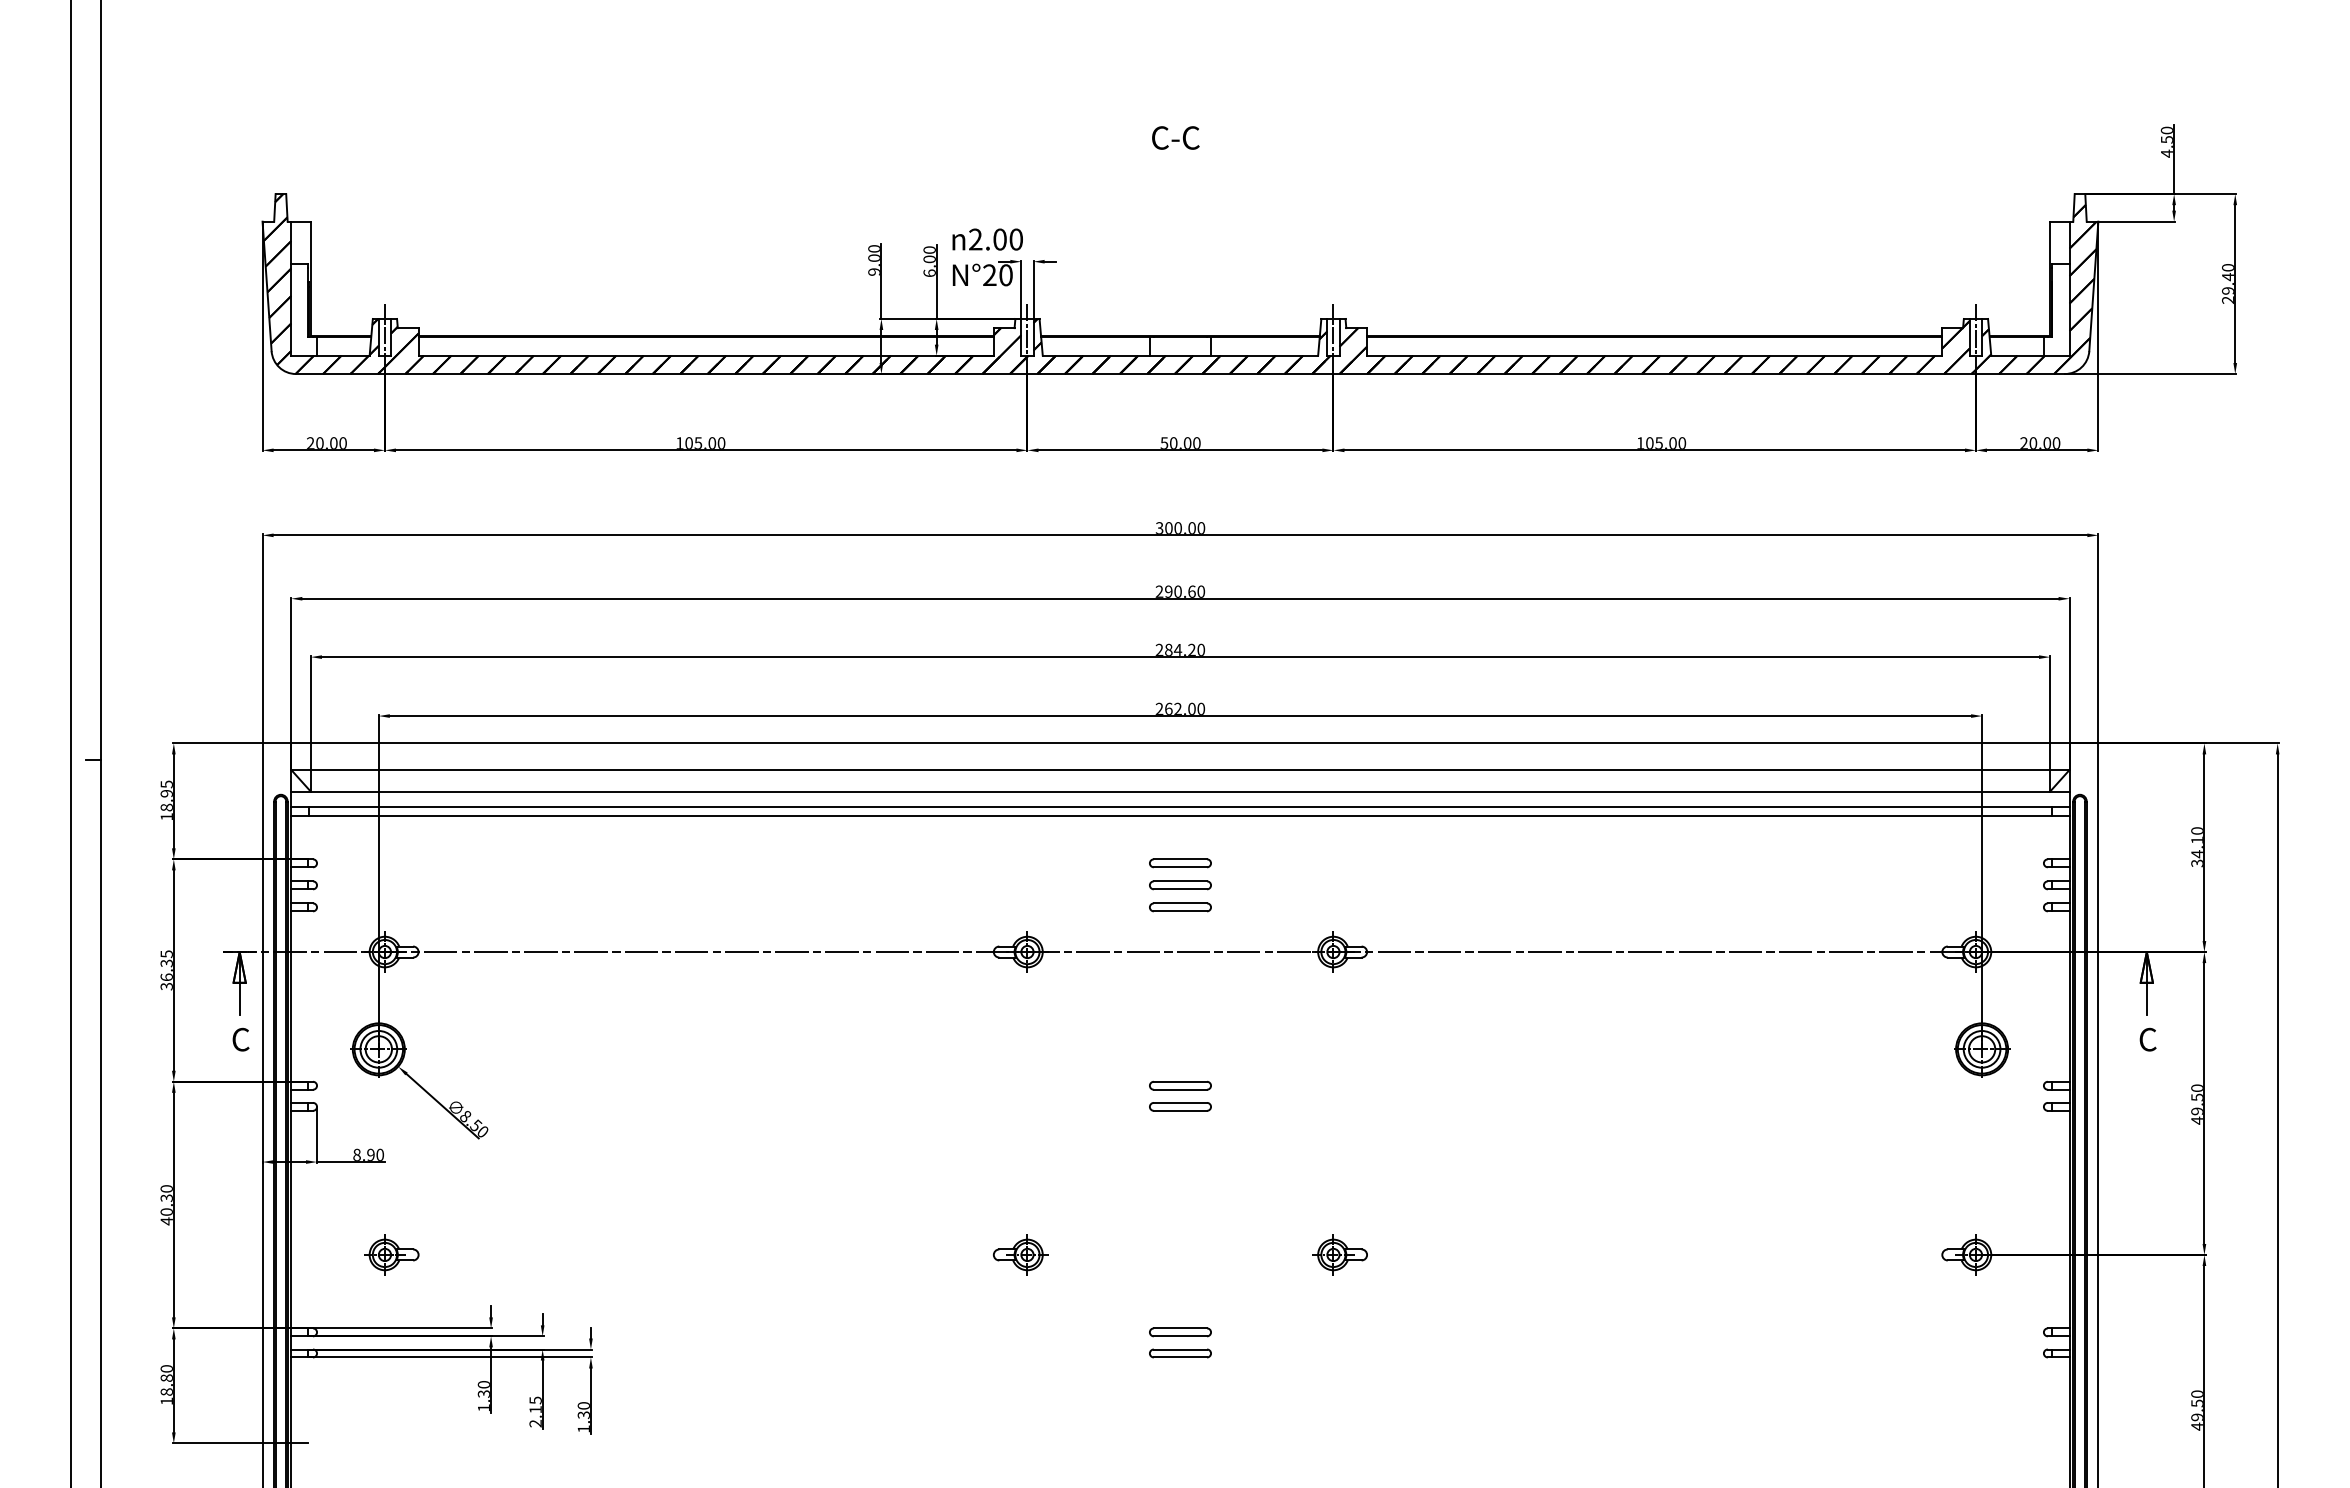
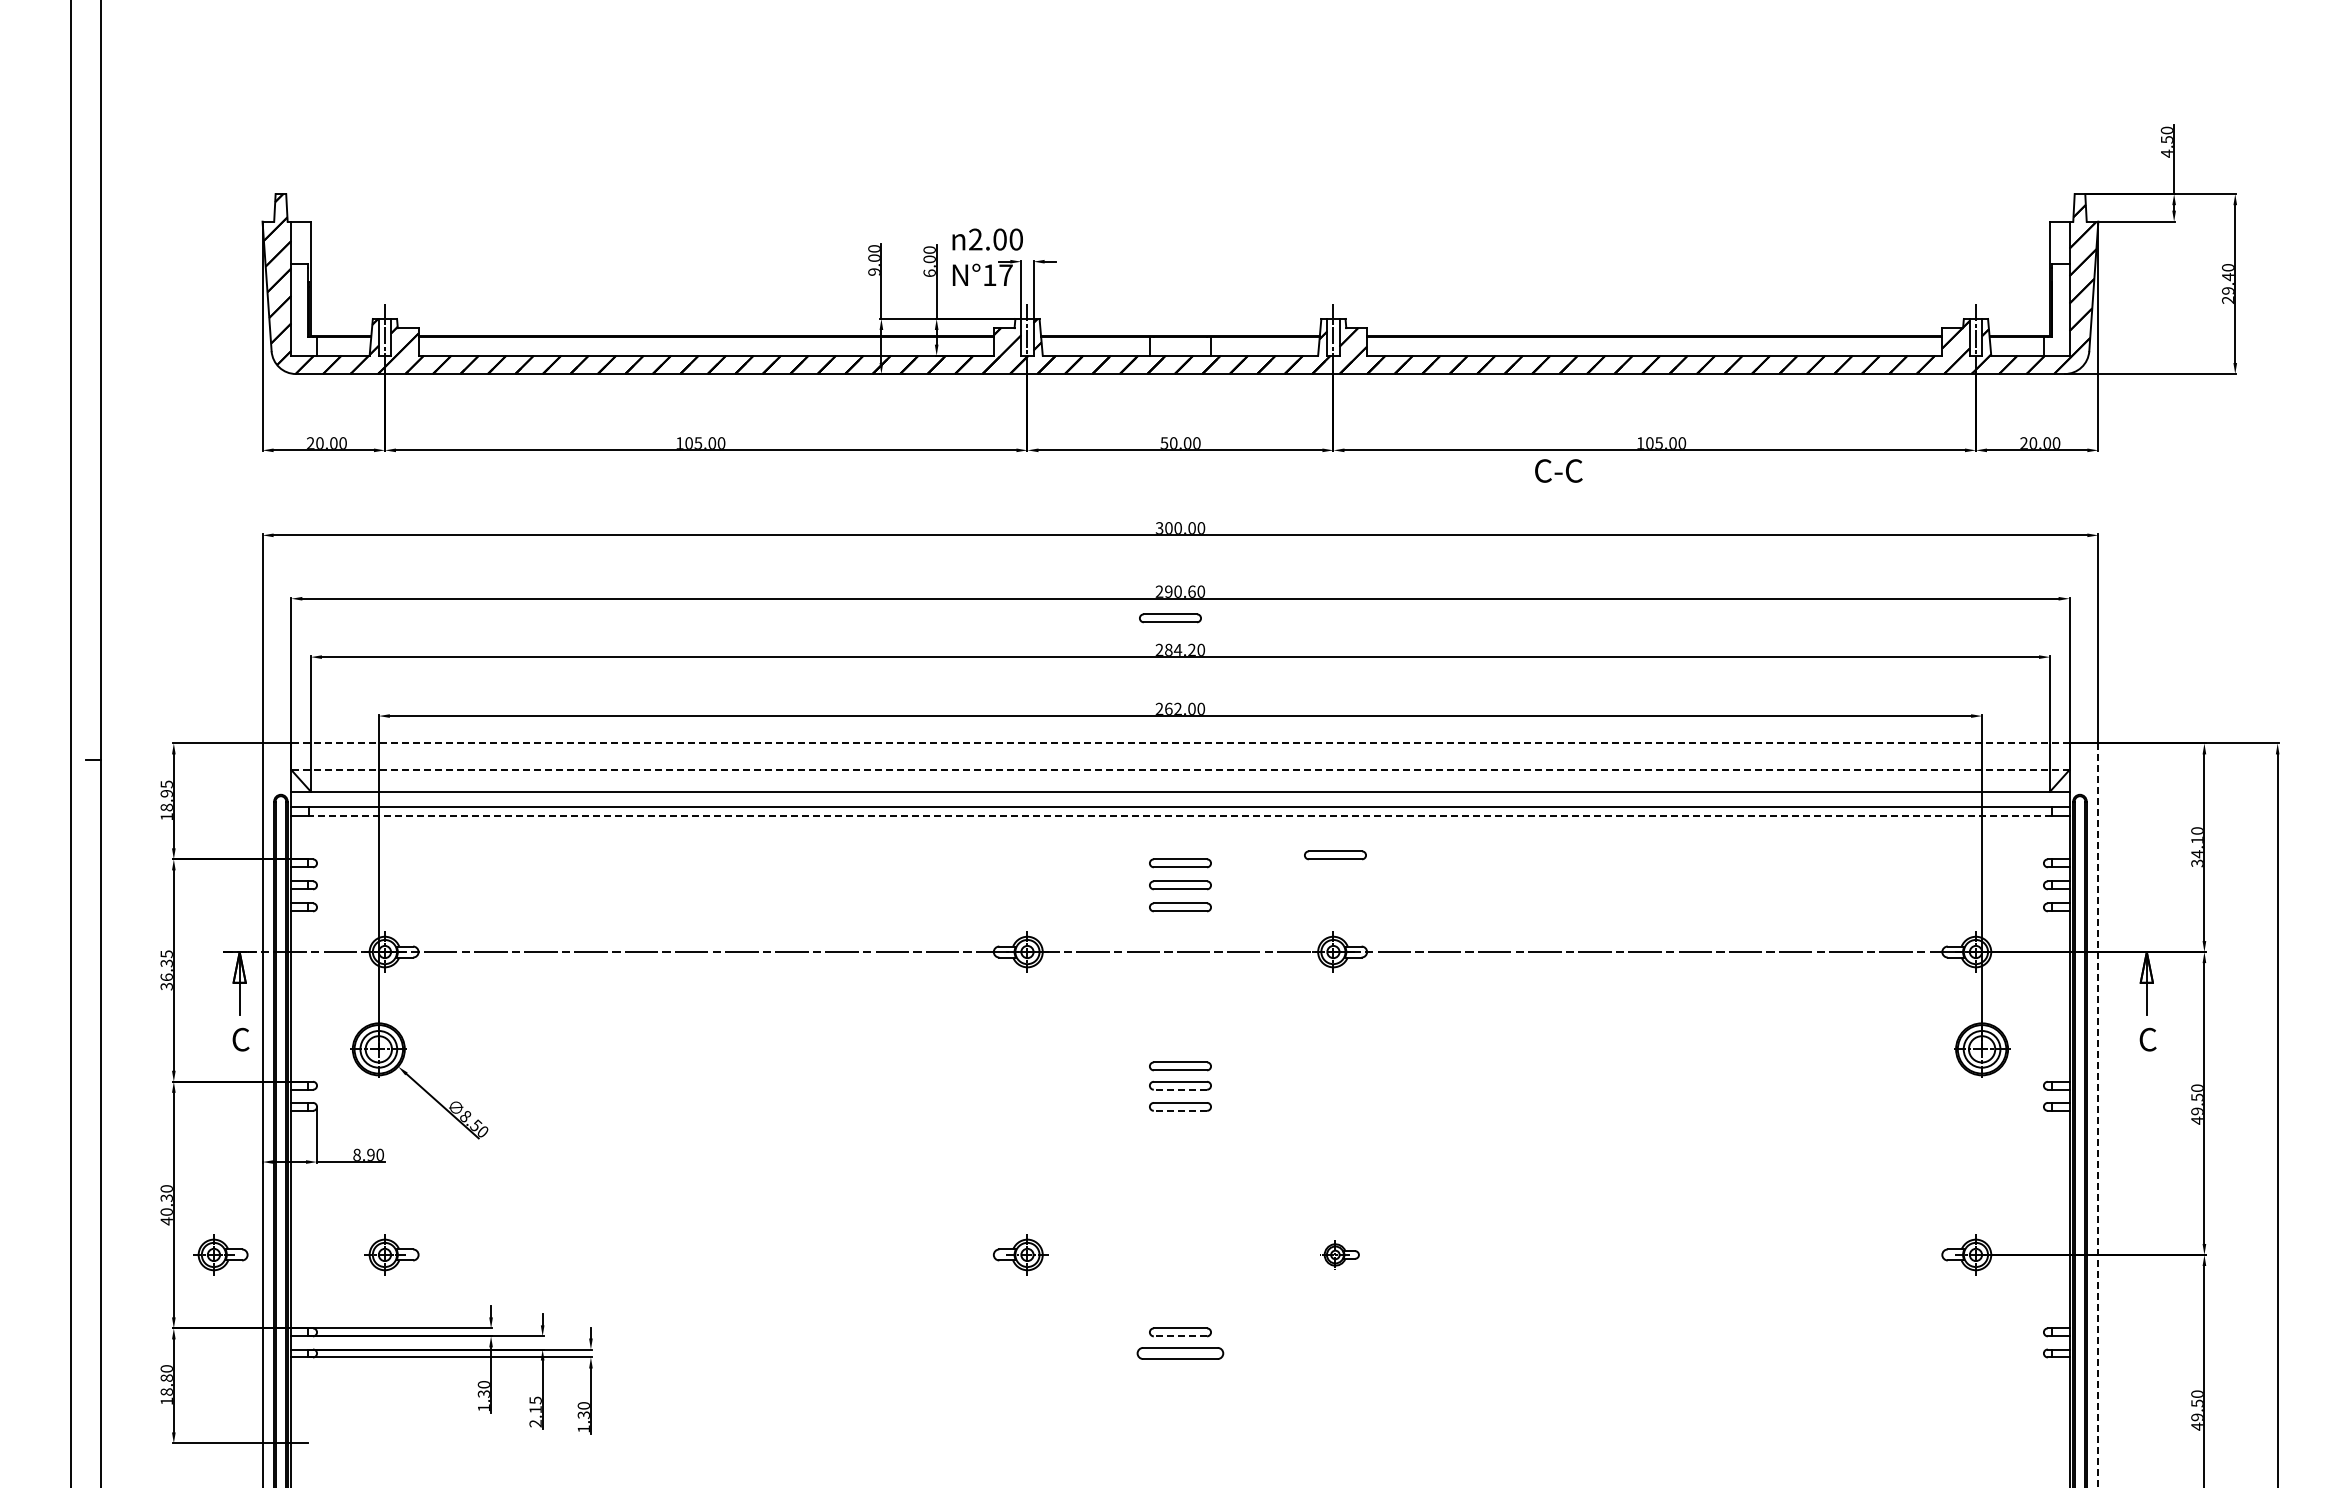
text at (1175, 137) position: (1175, 137) -> (1558, 470)
text at (997, 275): N°20 -> N°17
part at (1170, 618): none -> present
line at (1179, 743): solid -> dashed
line at (1179, 769): solid -> dashed
line at (1179, 816): solid -> dashed
part at (1335, 855): none -> present
part at (1180, 1066): none -> present
line at (1180, 1089): solid -> dashed
line at (1180, 1110): solid -> dashed
line at (2098, 1115): solid -> dashed
part at (220, 1254): none -> present
part at (1339, 1254) size: 56x42 px -> 40x30 px
line at (1180, 1336): solid -> dashed
part at (1180, 1353) size: 63x11 px -> 89x13 px
